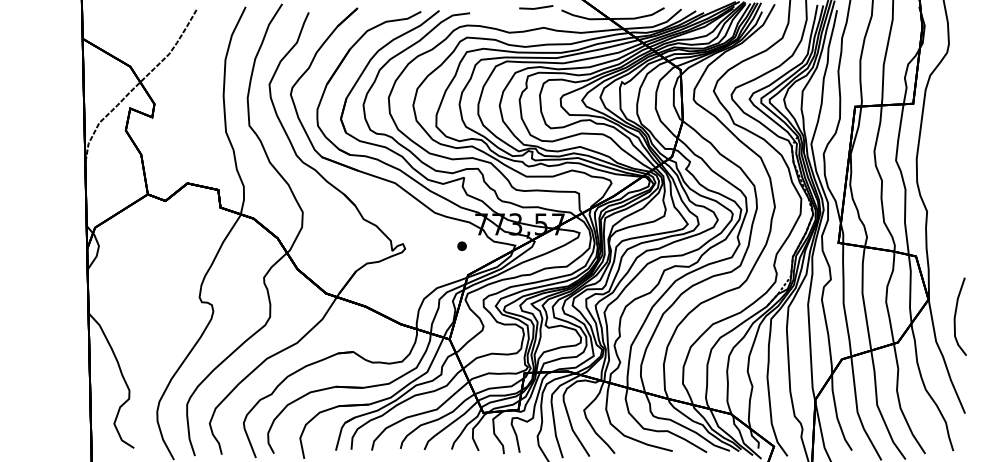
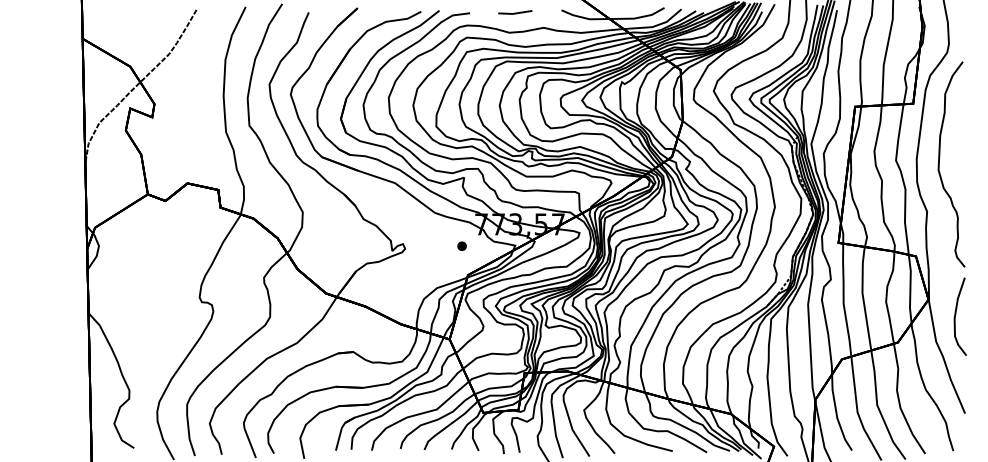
line at (536, 7) position: (536, 7) -> (515, 12)
curve at (939, 164): none -> present
